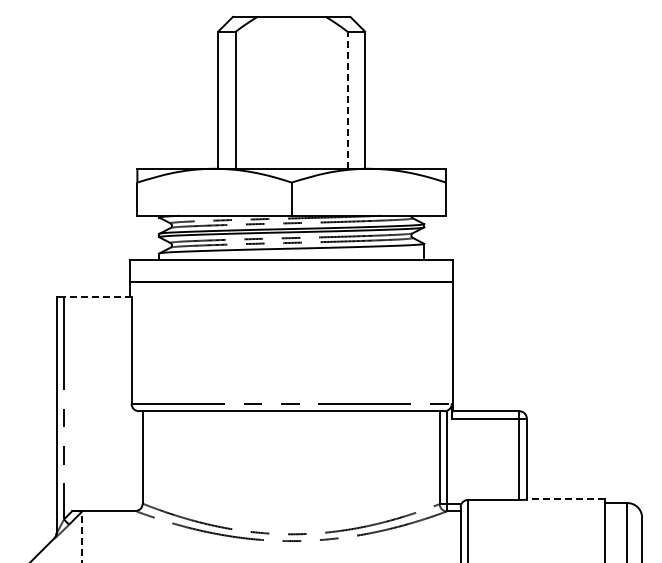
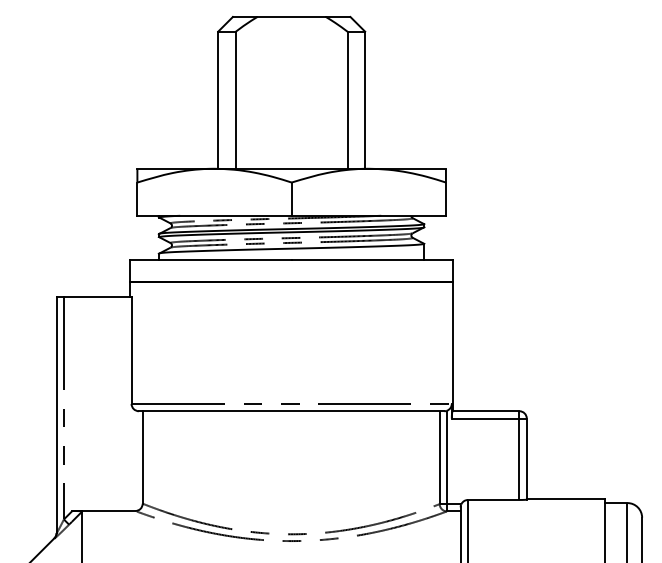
line at (347, 100): dashed -> solid
line at (97, 296): dashed -> solid
line at (565, 499): dashed -> solid
line at (82, 536): dashed -> solid
